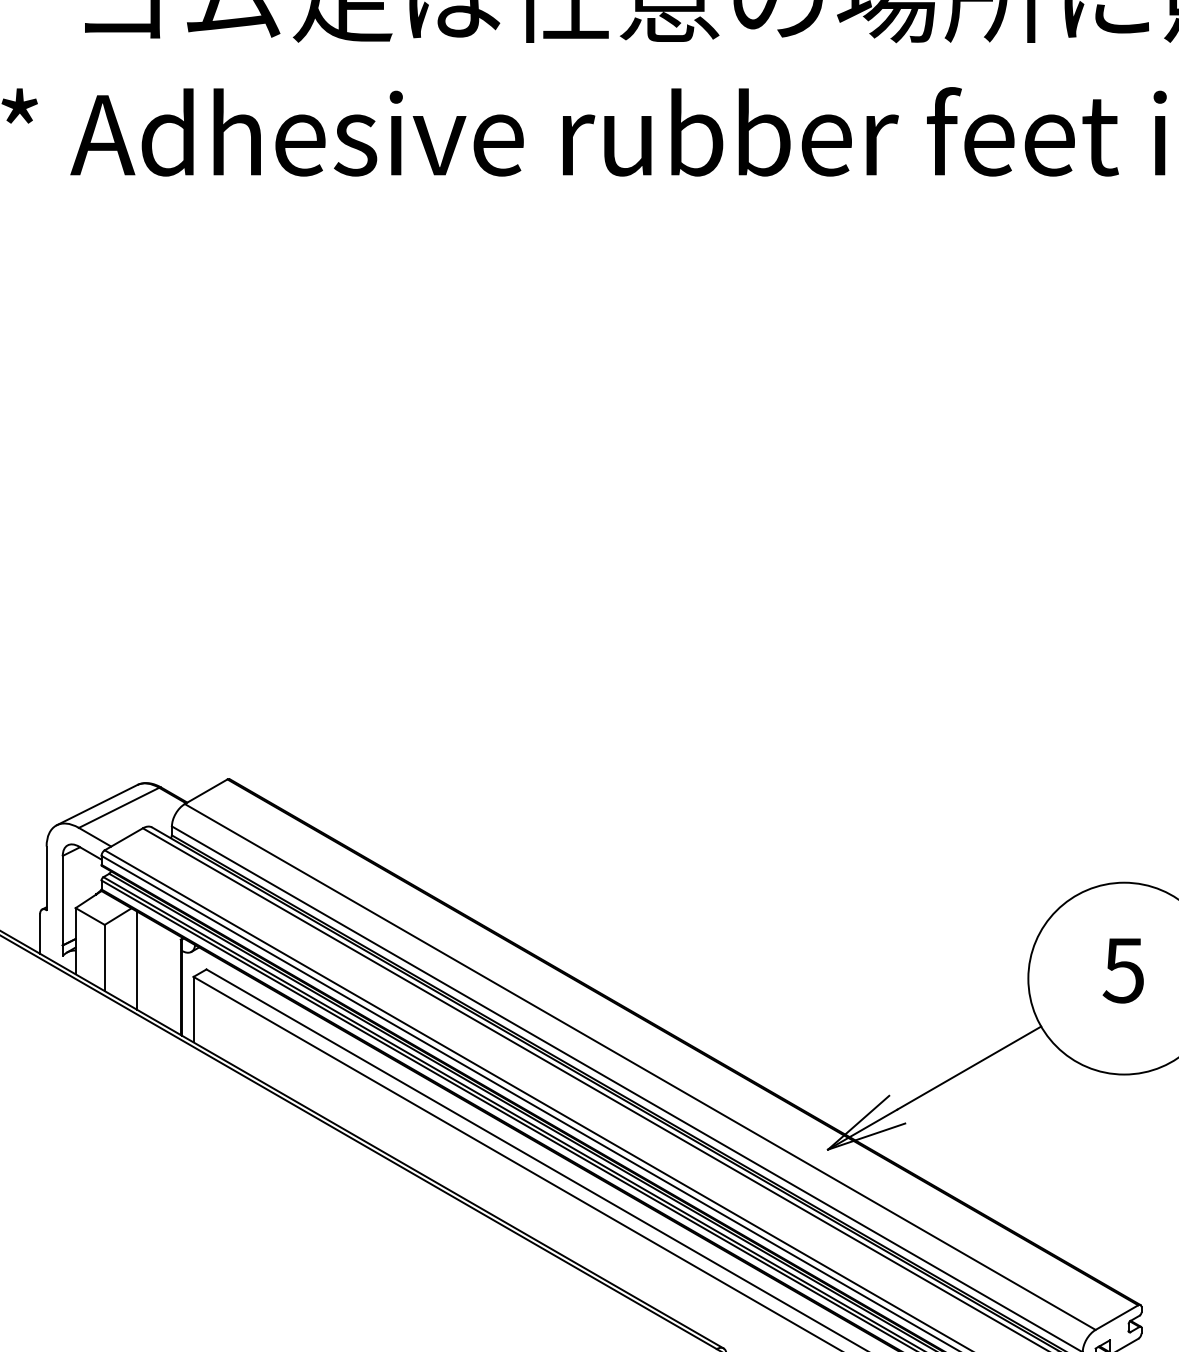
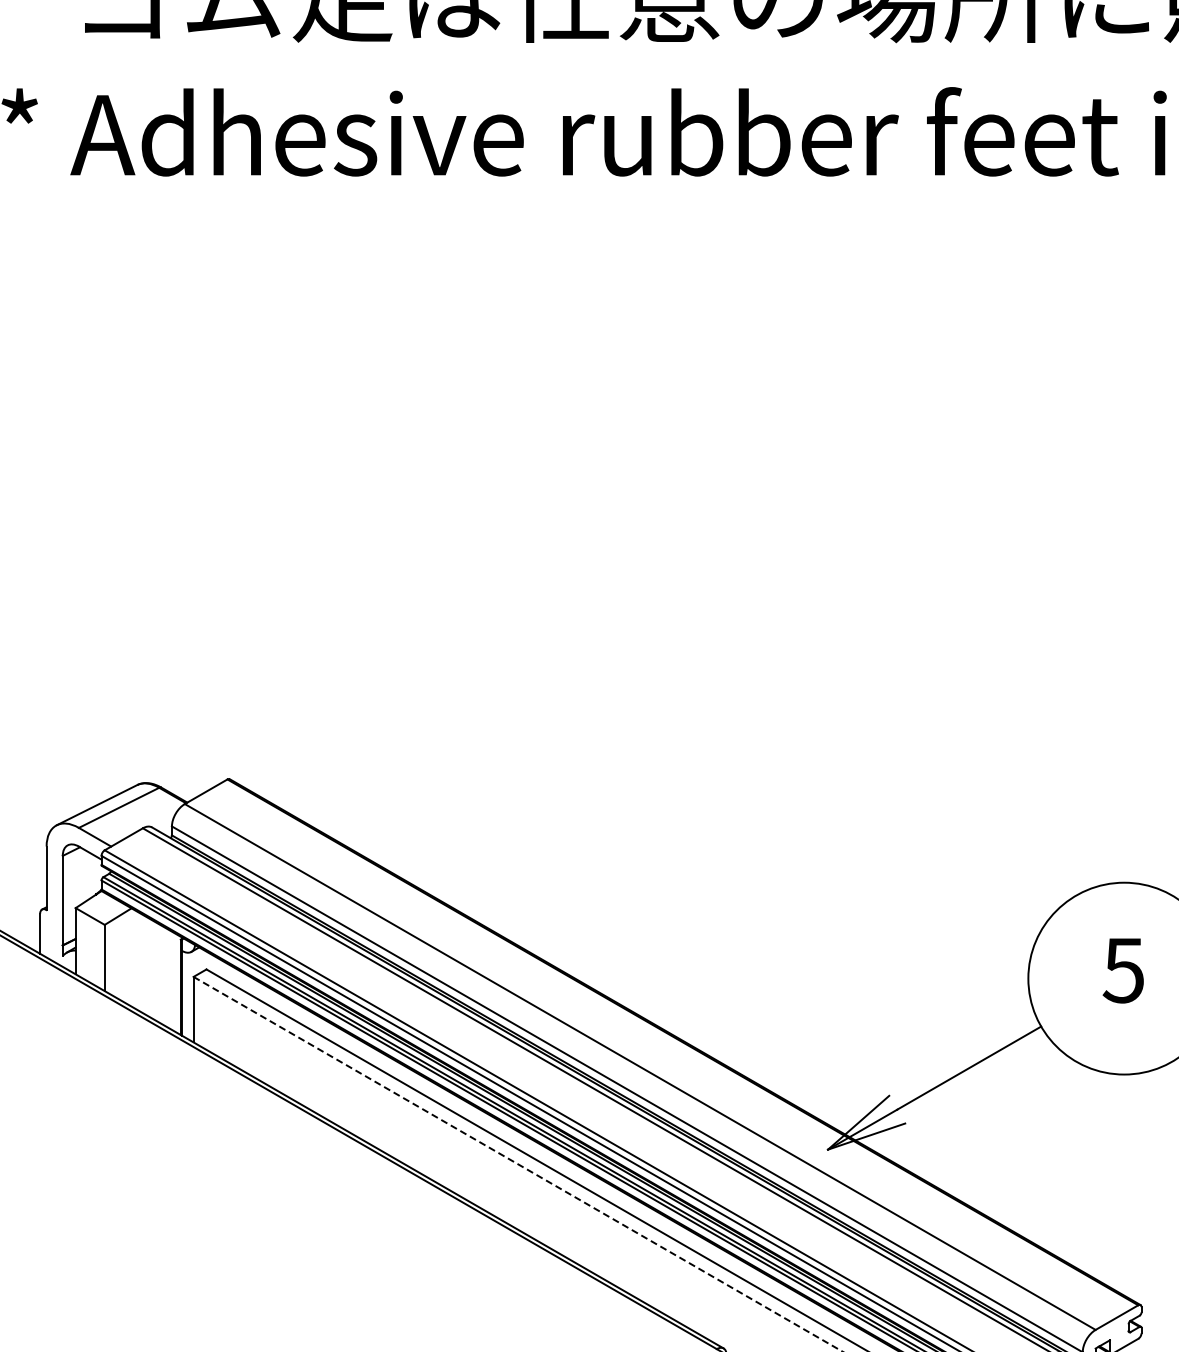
line at (137, 960): present -> none
line at (518, 1164): solid -> dashed
